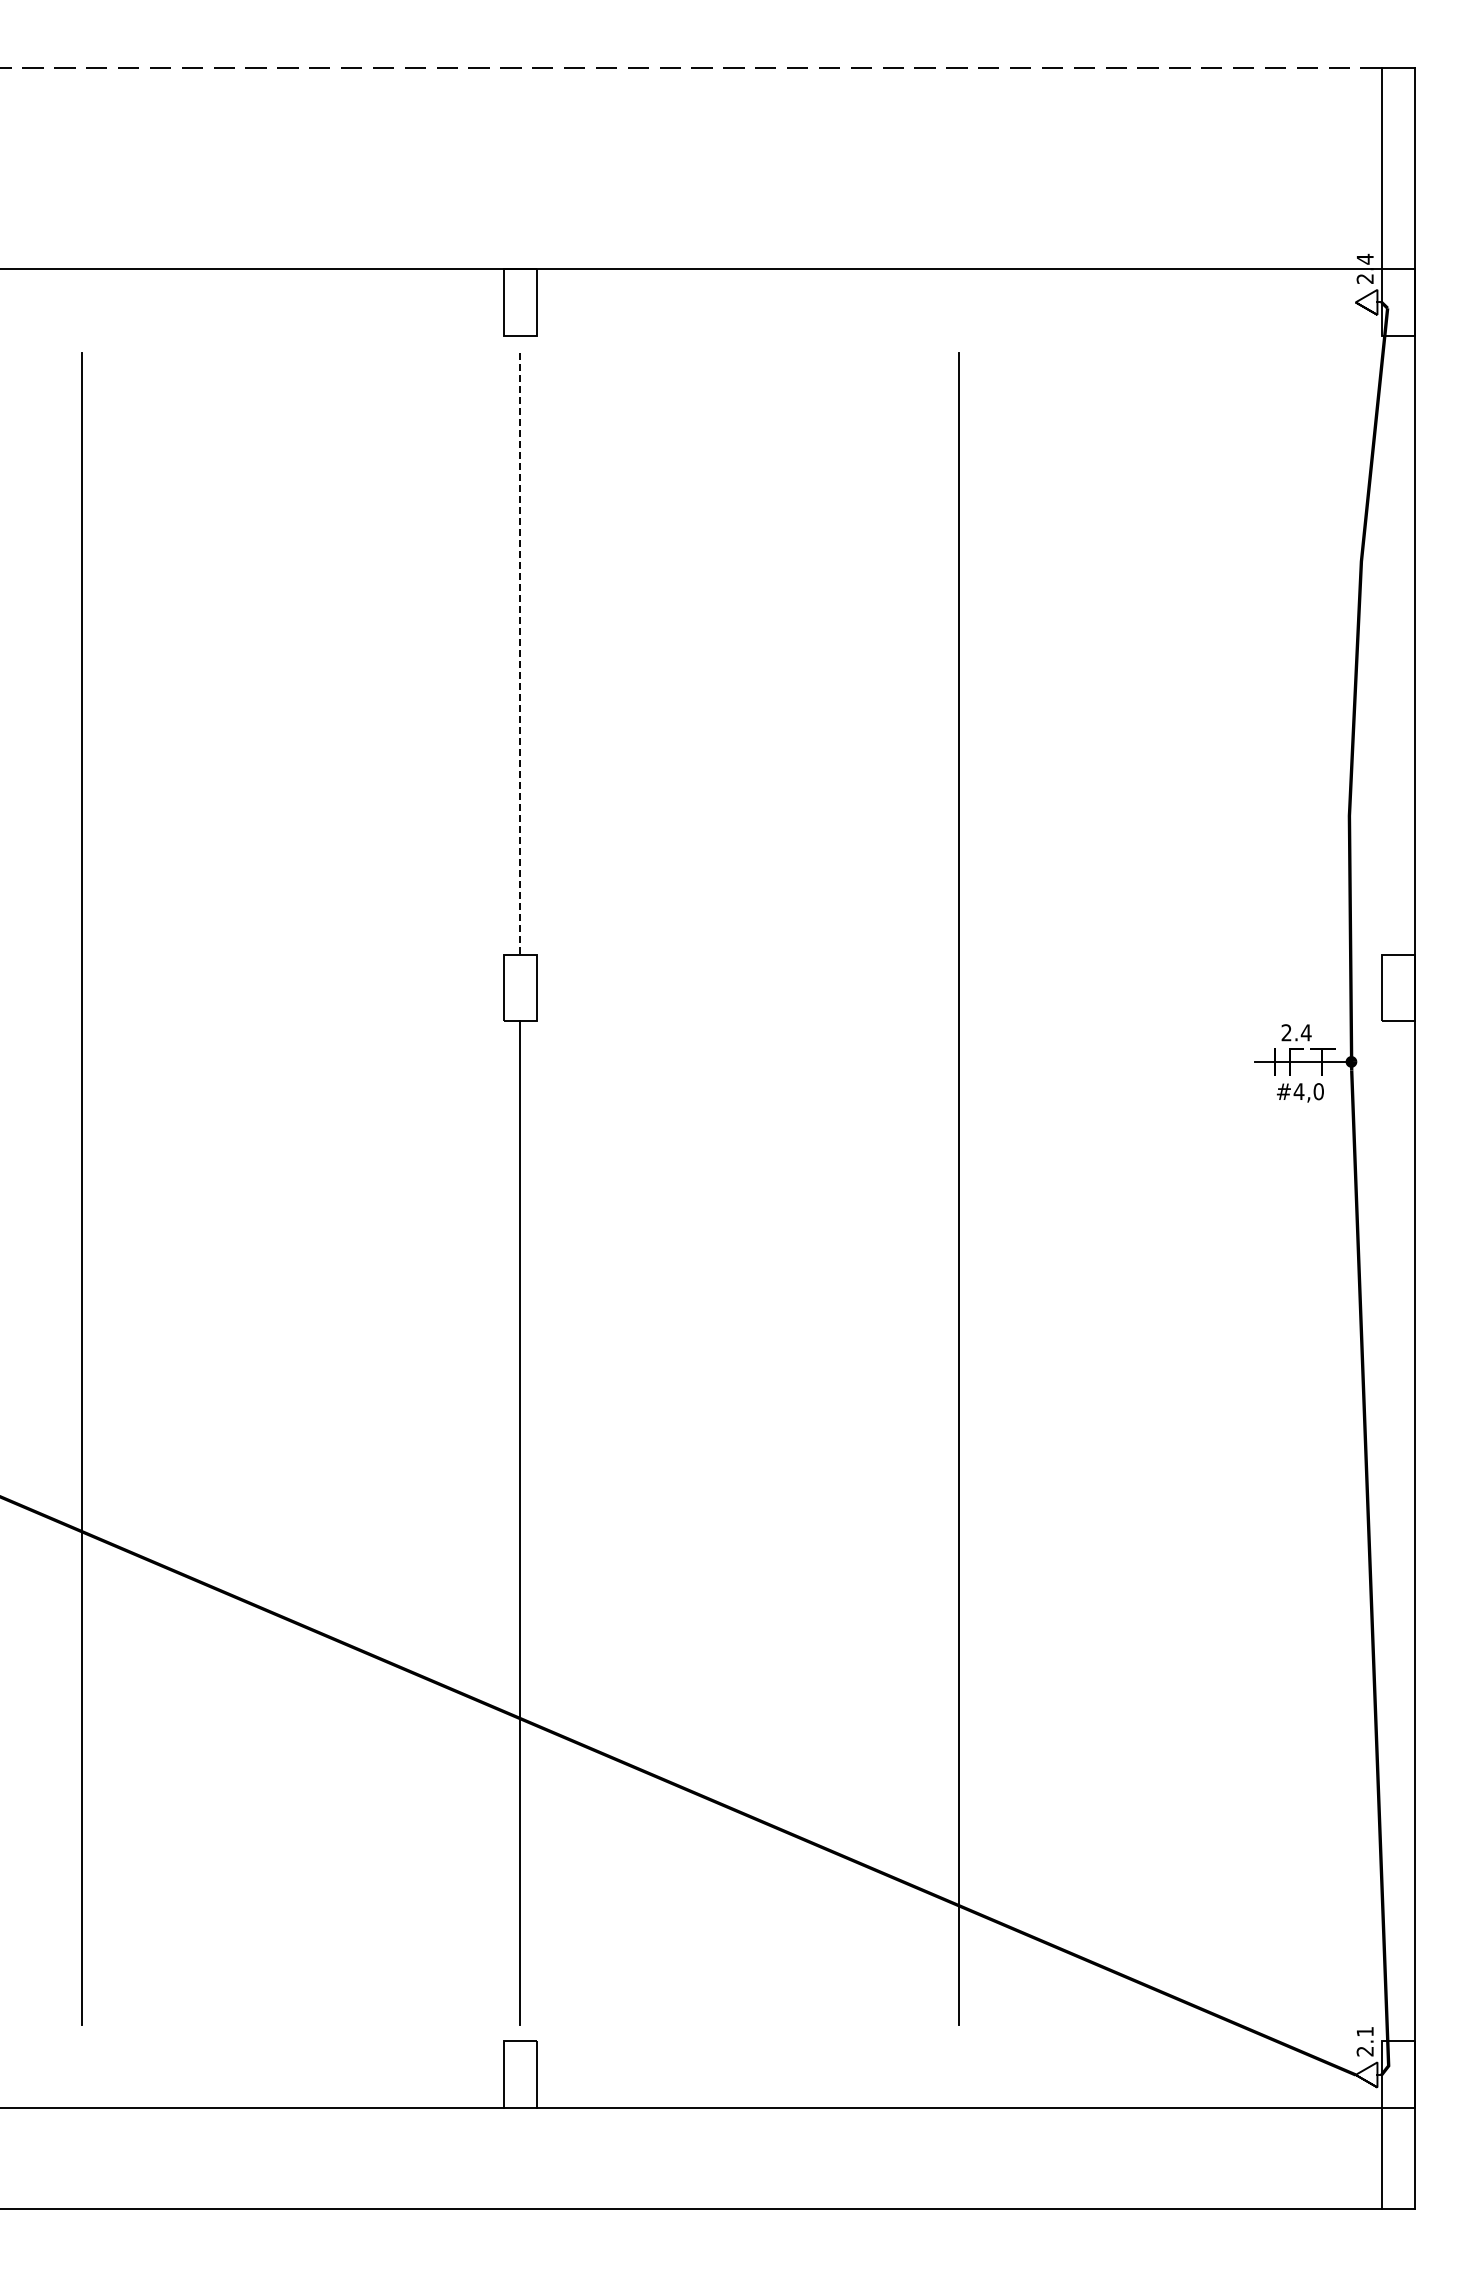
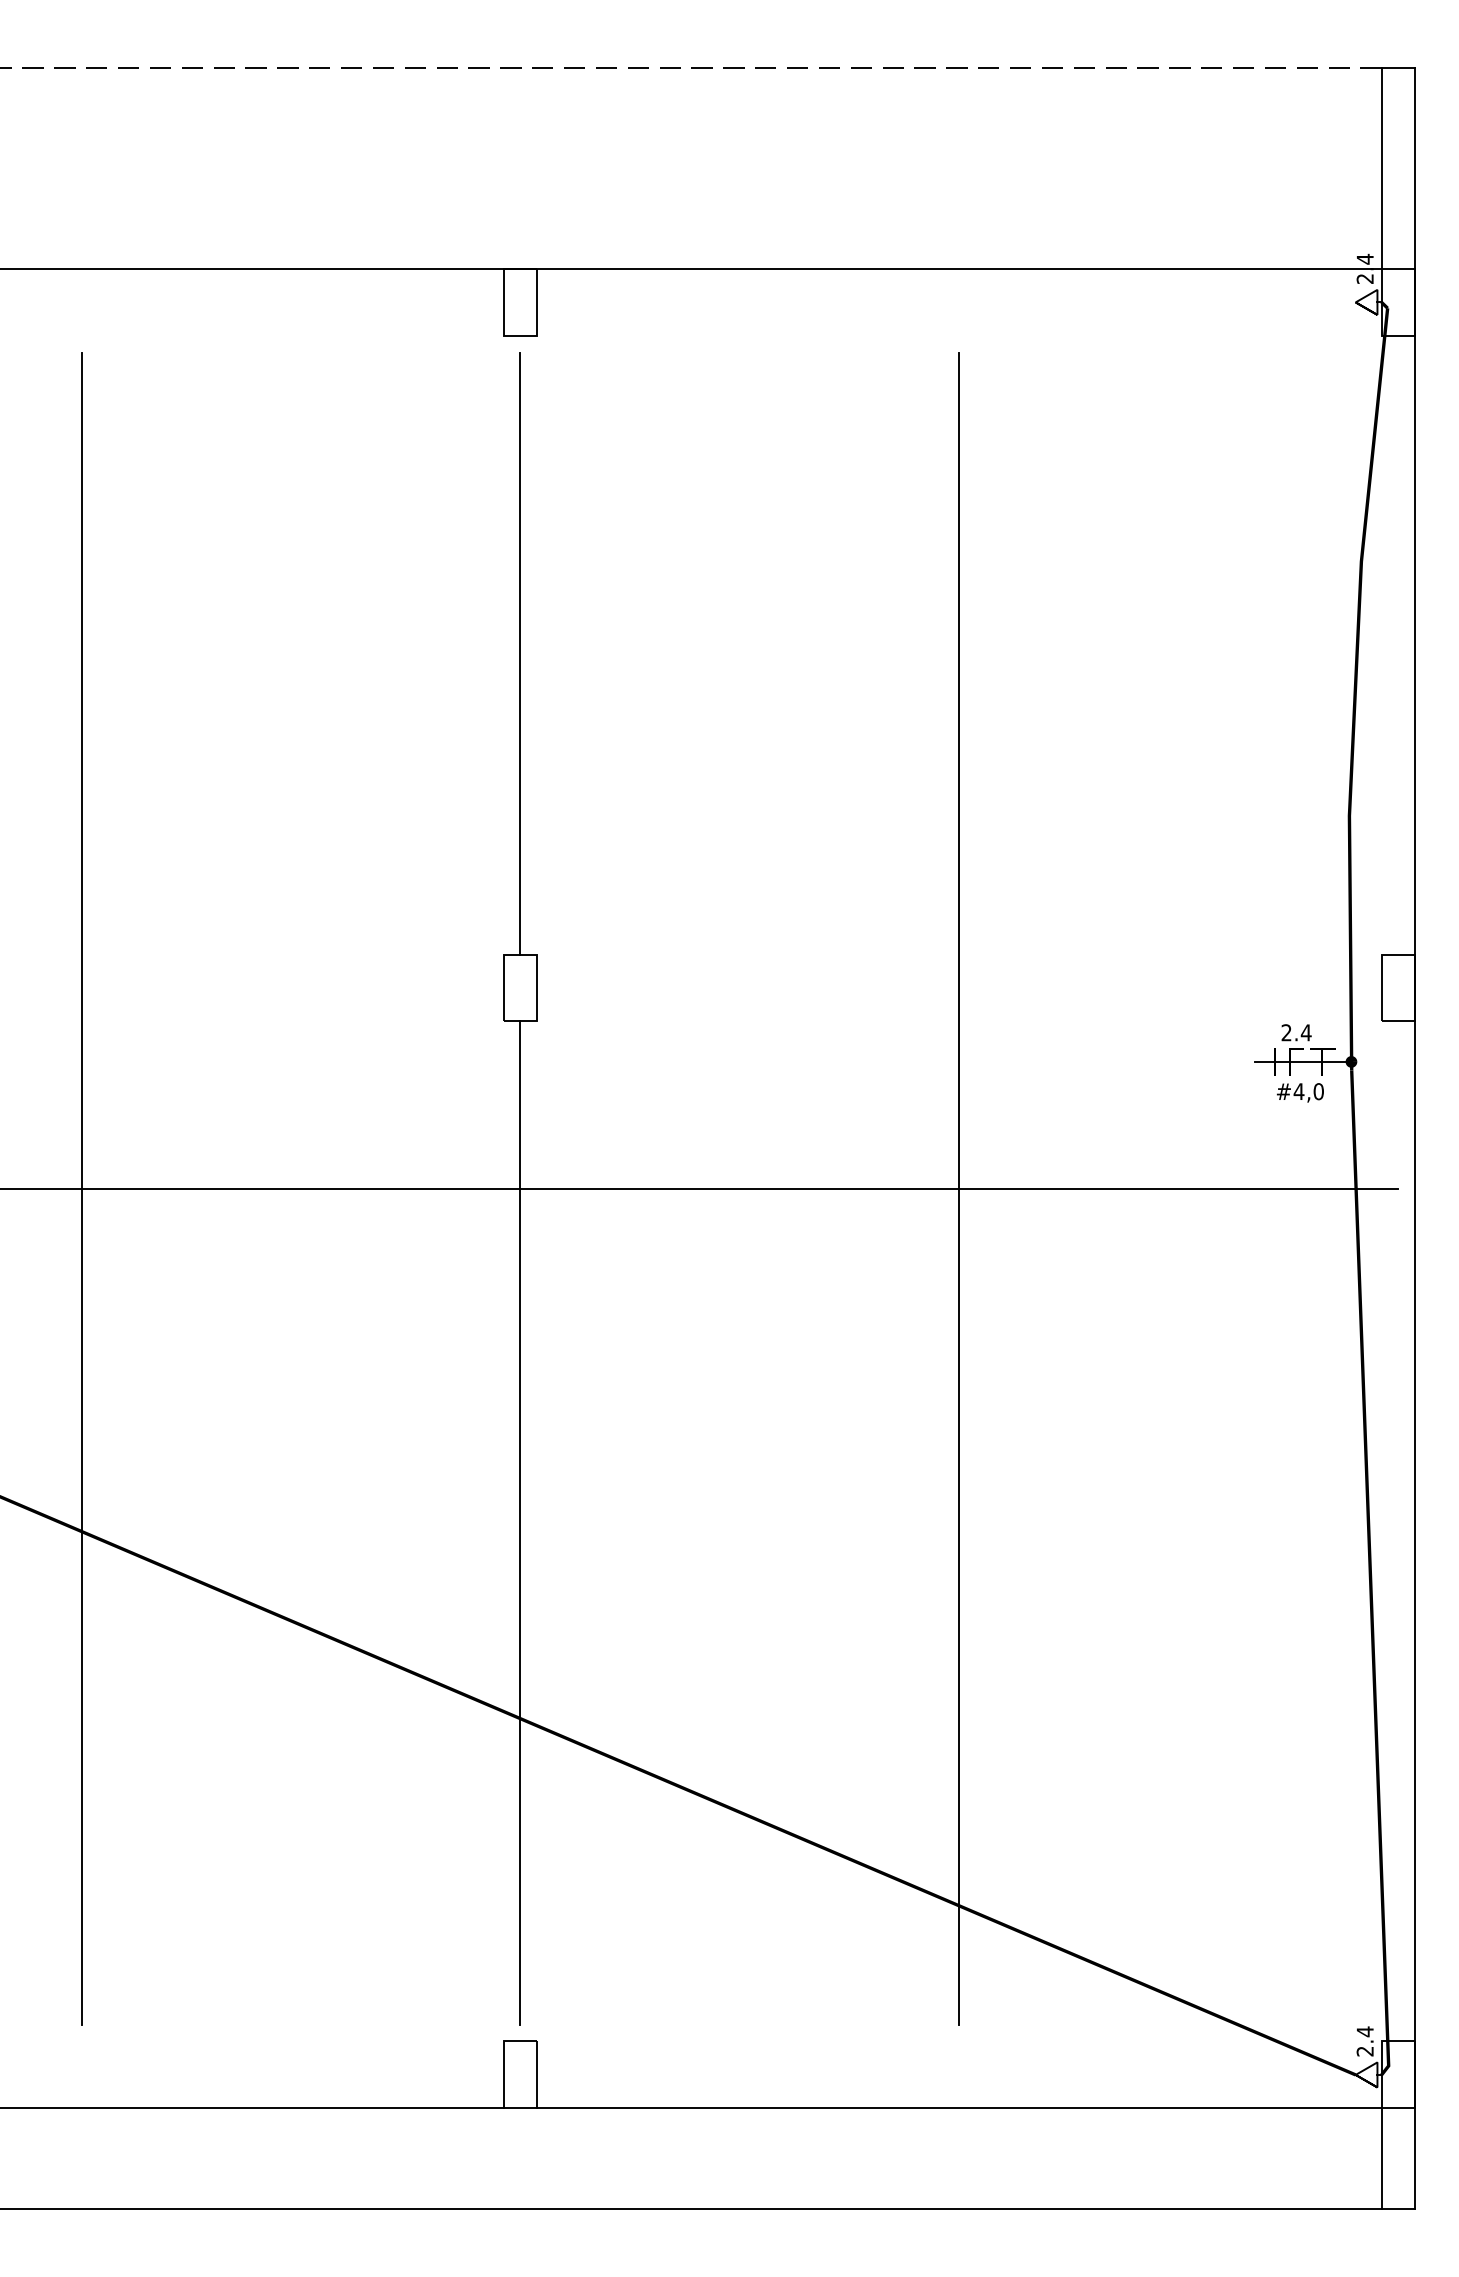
line at (520, 653): dashed -> solid
line at (700, 1188): none -> present
text at (1364, 2031): 2.1 -> 2.4
